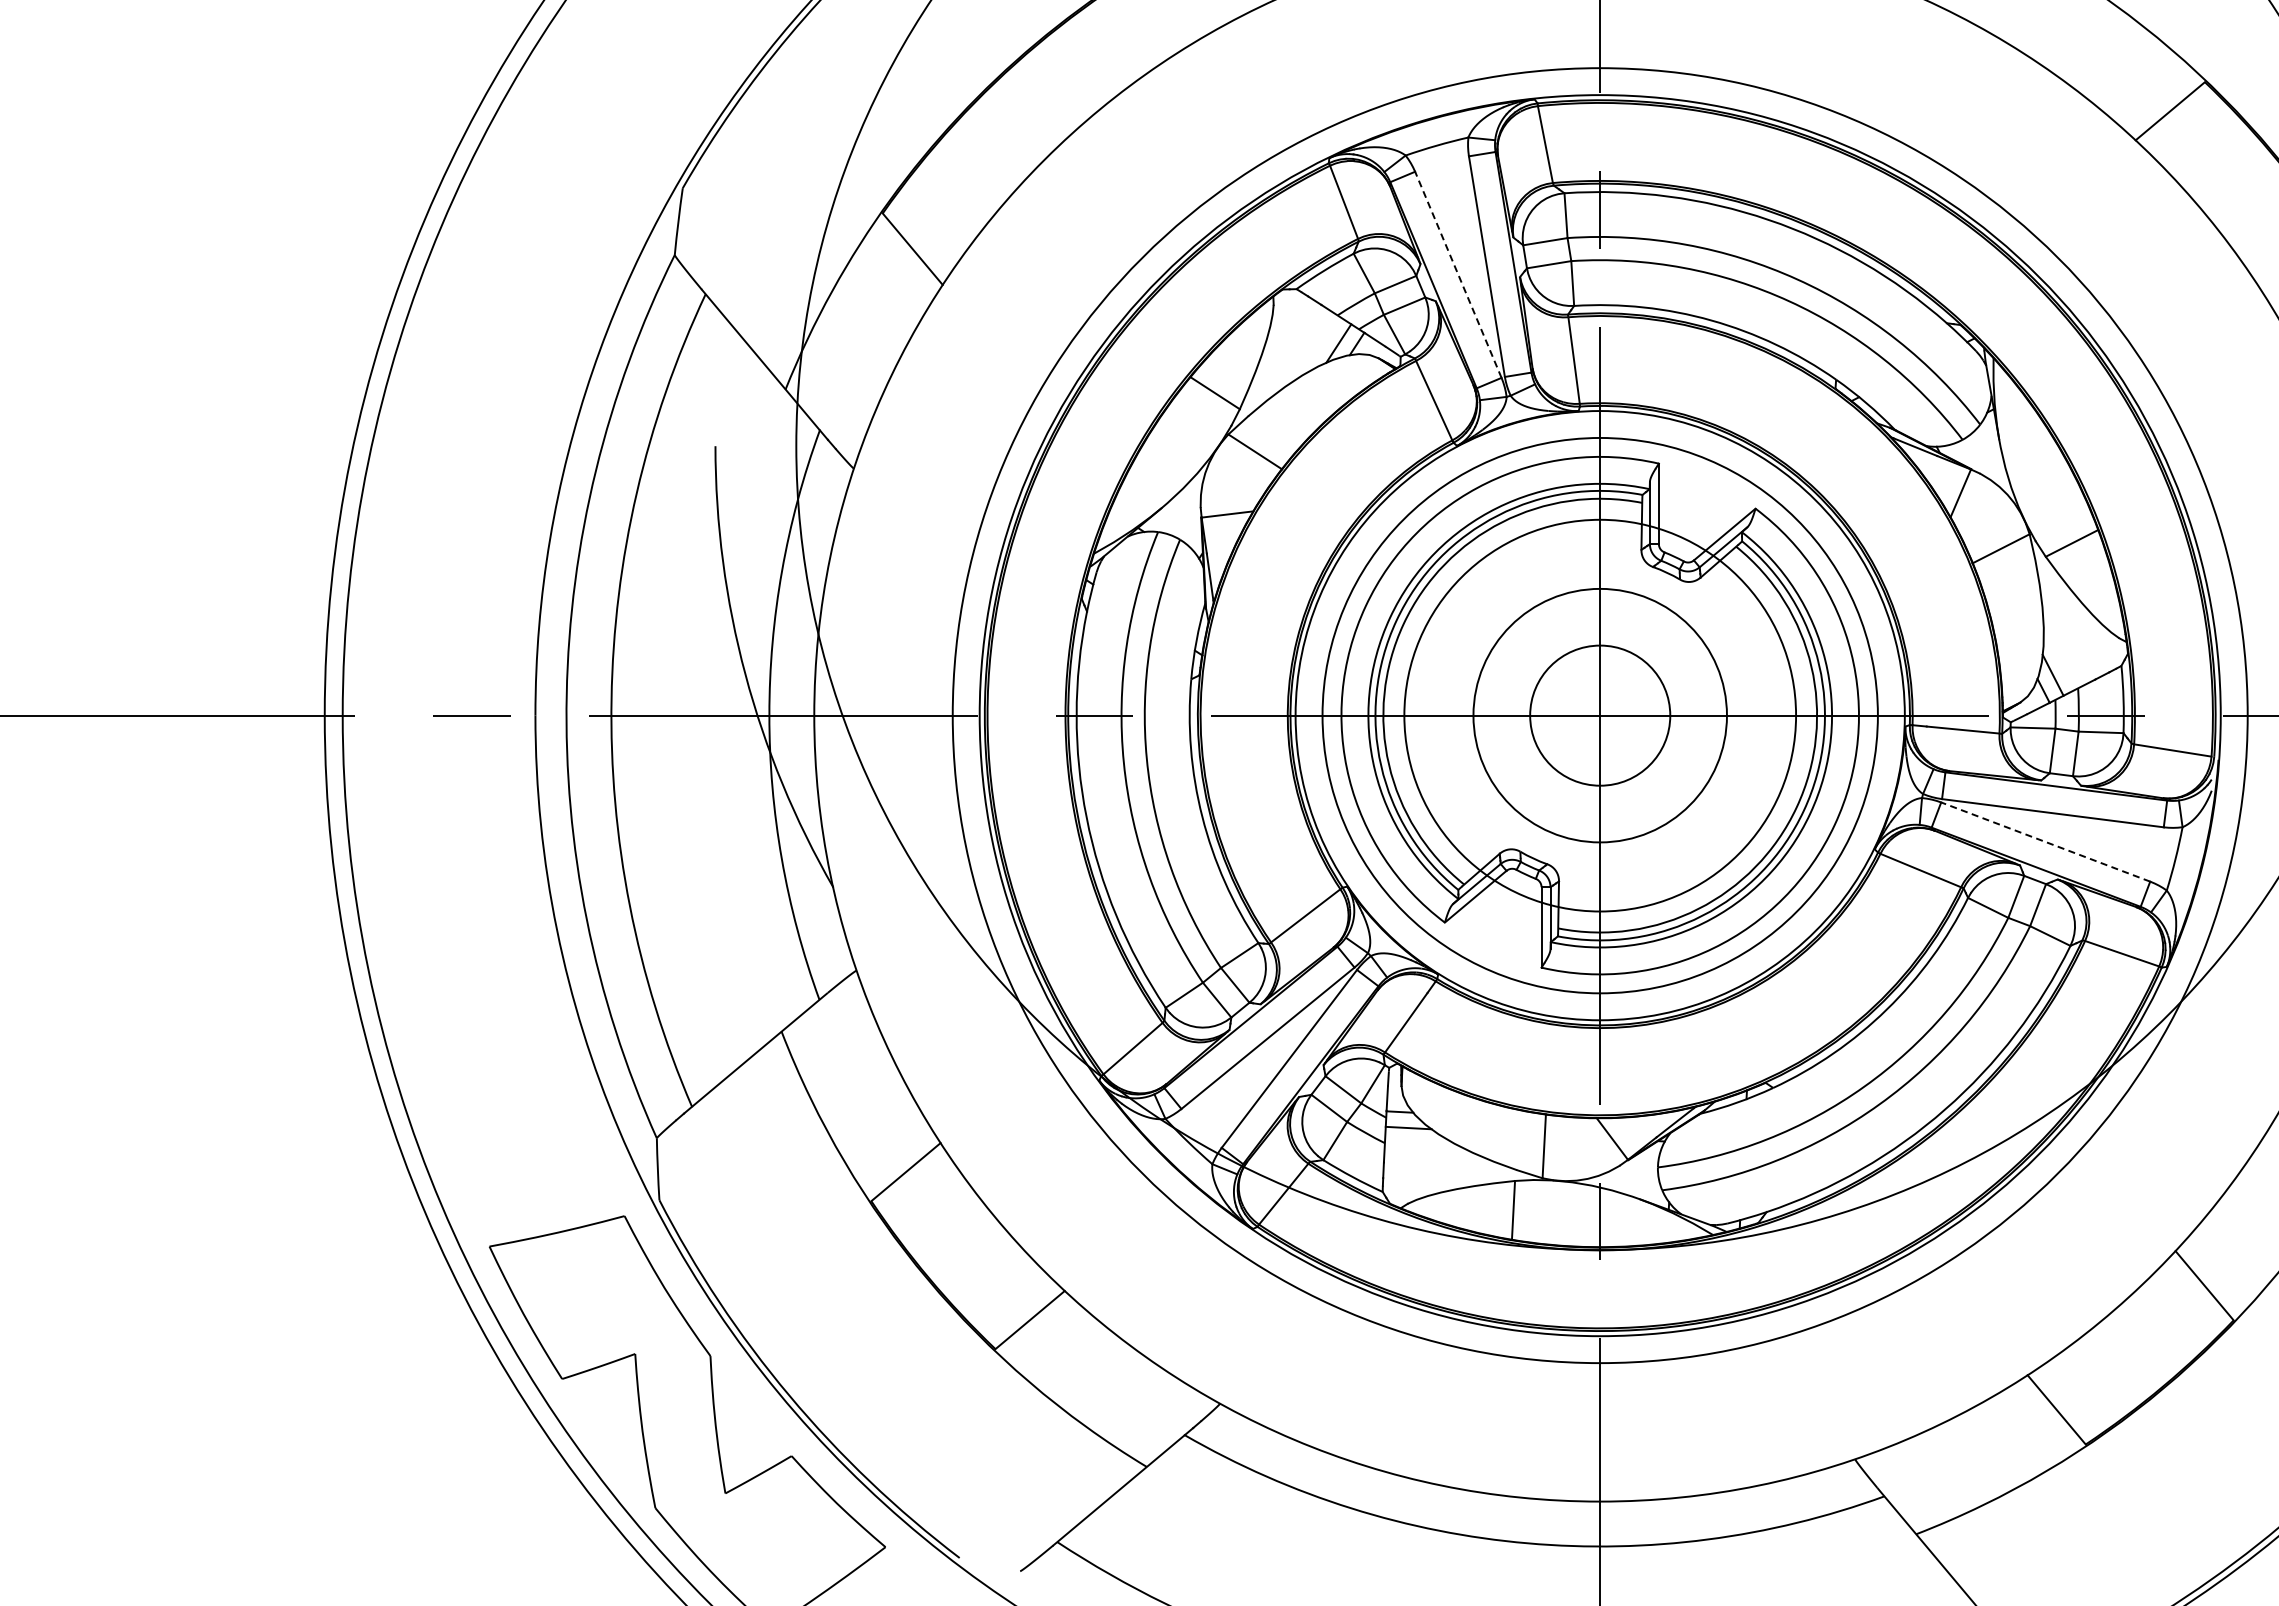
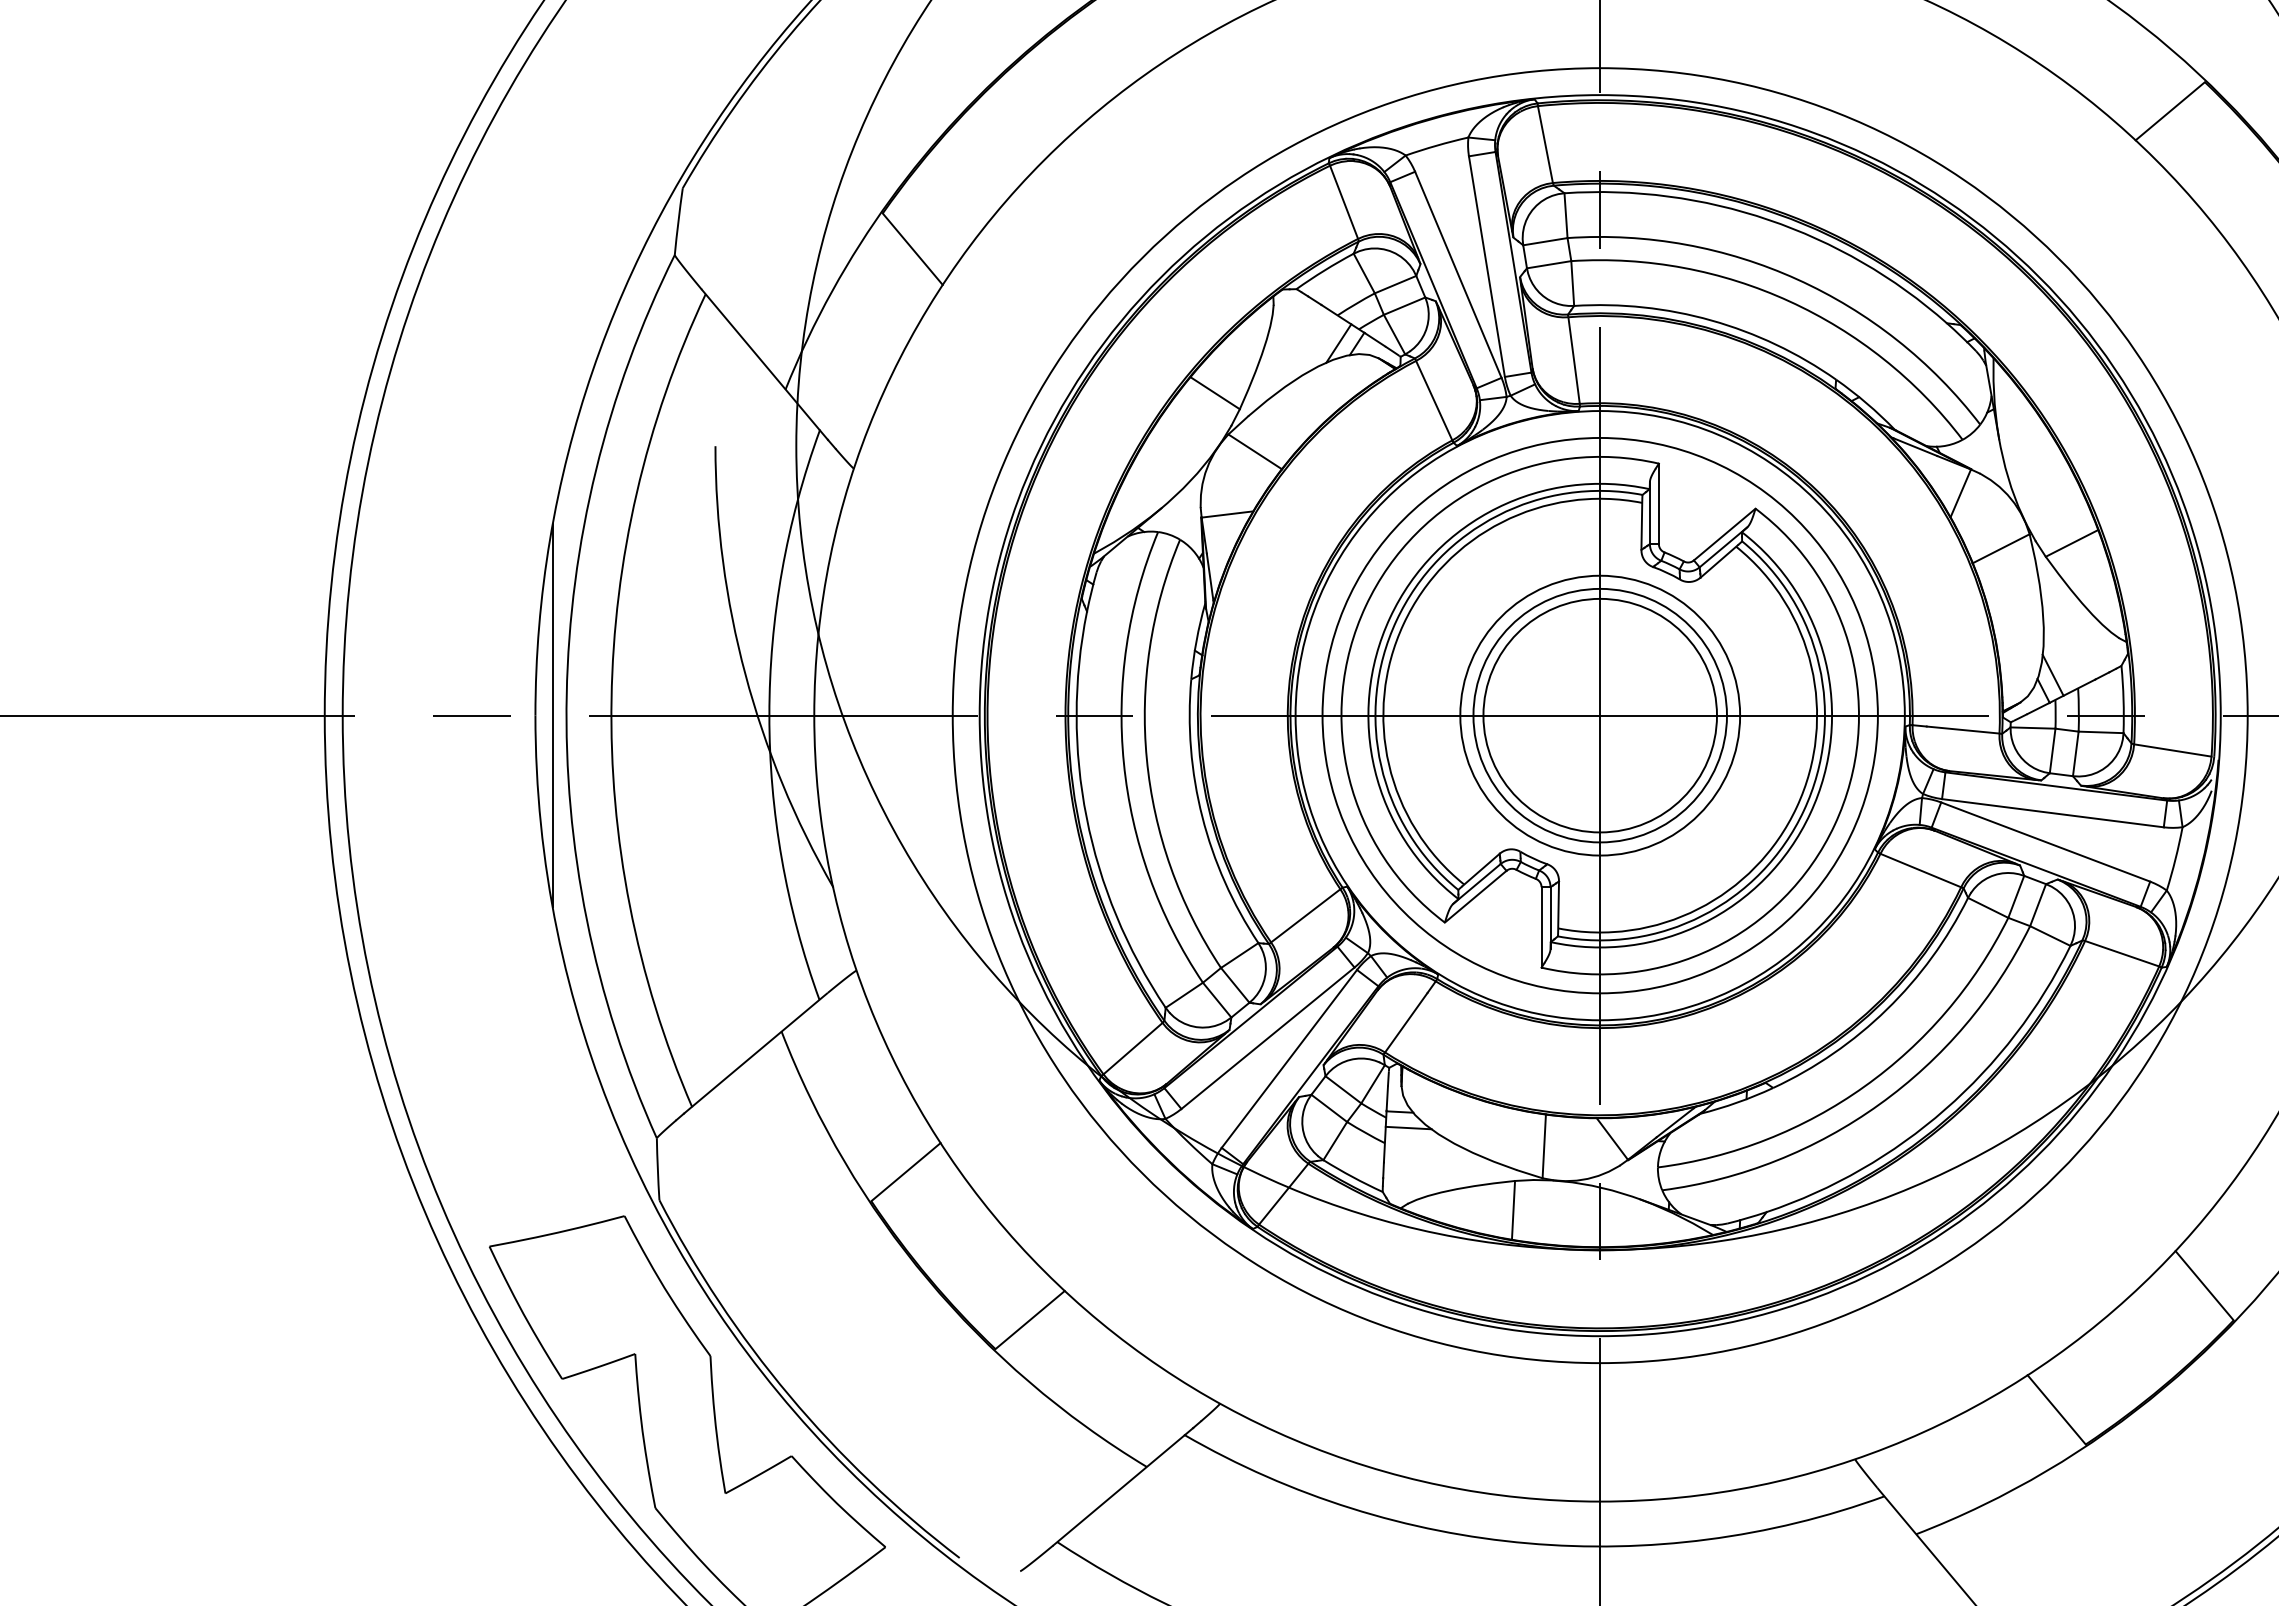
line at (1458, 274): dashed -> solid
line at (553, 715): none -> present
circle at (1600, 715) diameter: 140 px -> 234 px
circle at (1600, 715) diameter: 392 px -> 280 px
line at (2045, 842): dashed -> solid
